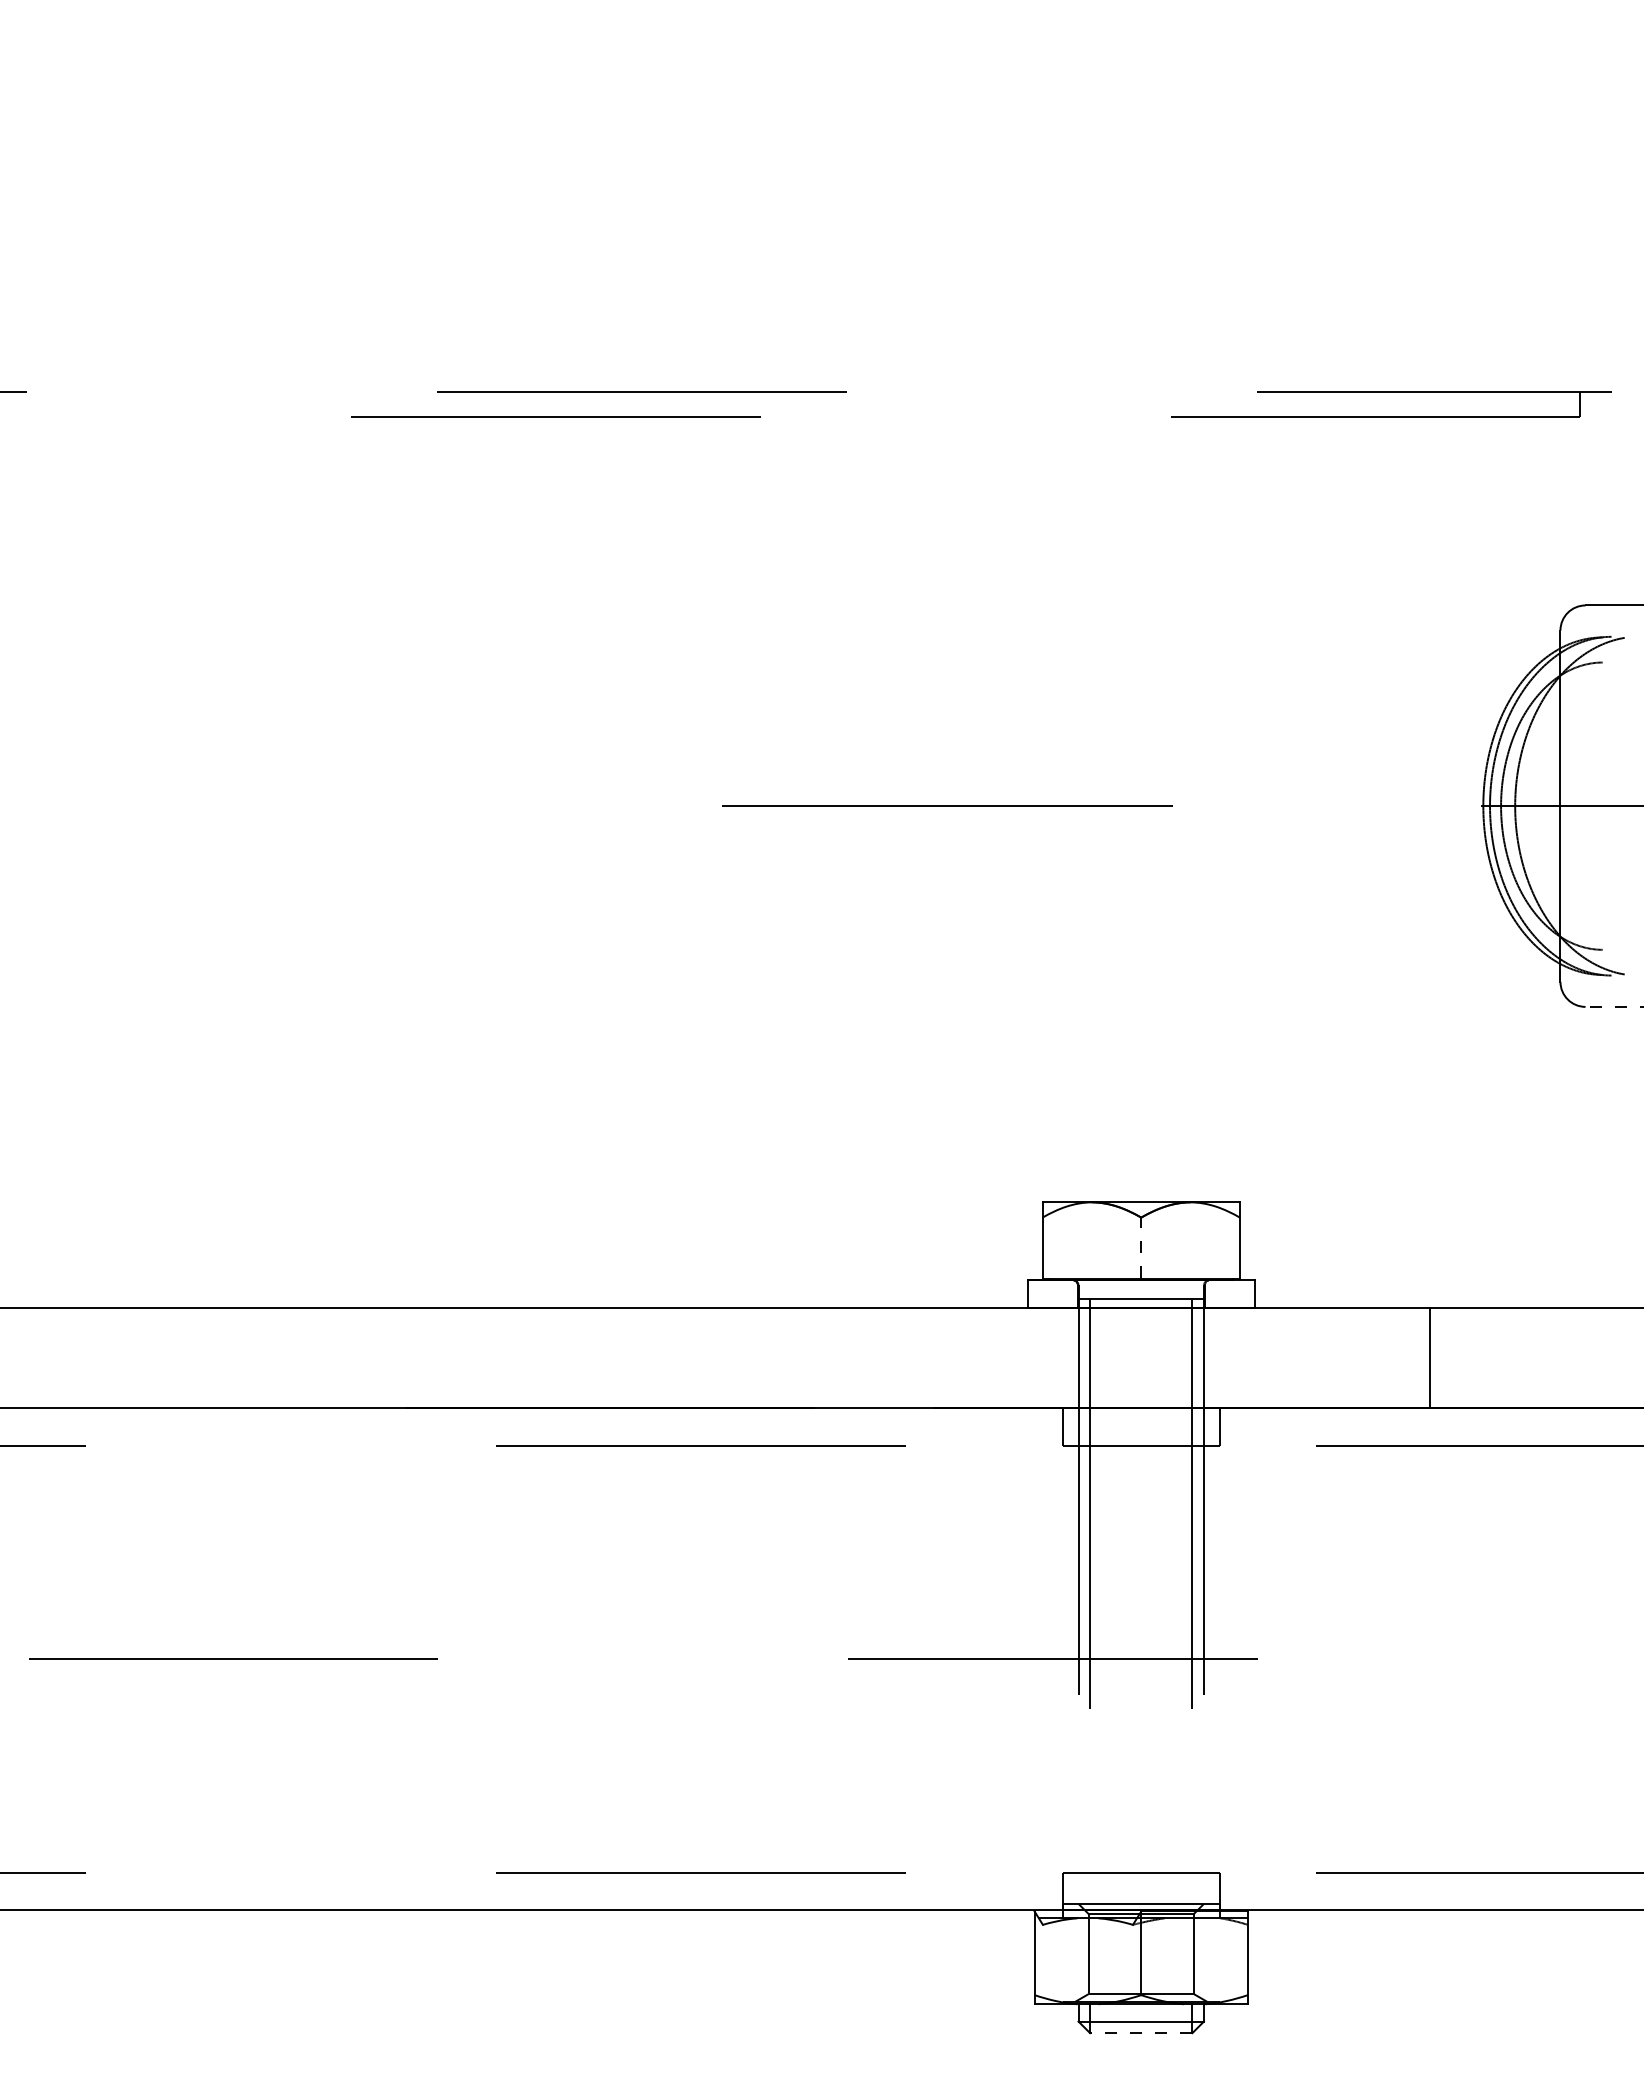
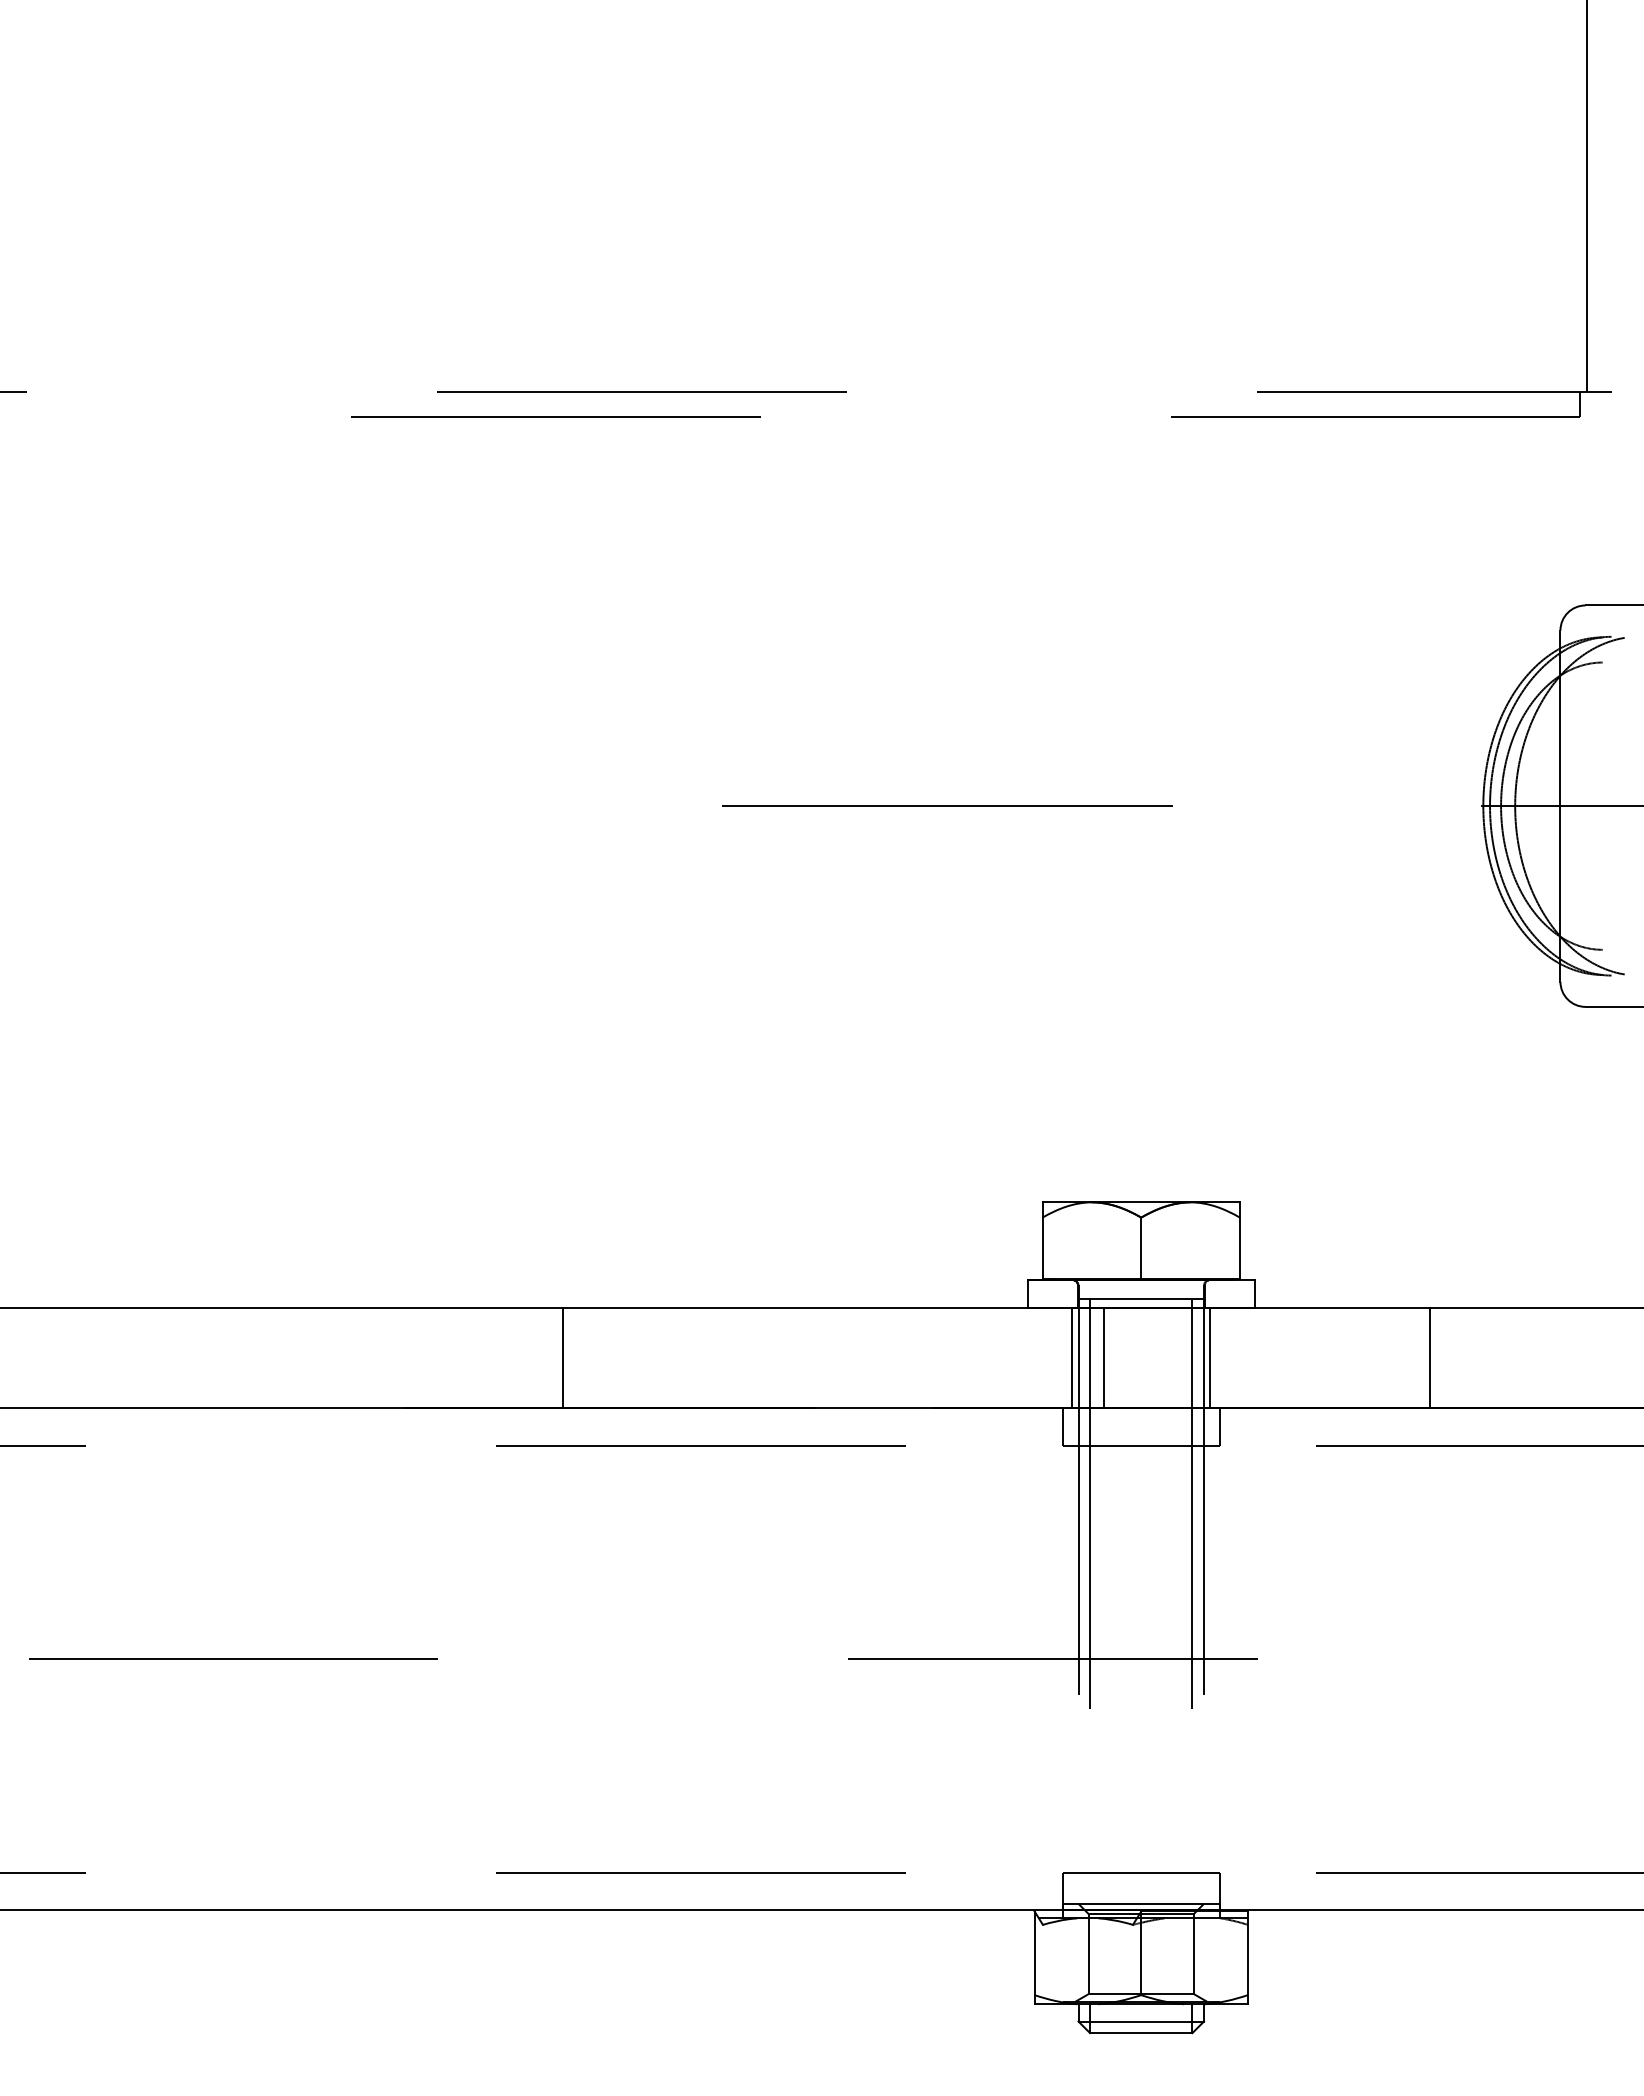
line at (1586, 197): none -> present
line at (1614, 1006): dashed -> solid
line at (1141, 1247): dashed -> solid
line at (563, 1358): none -> present
line at (1072, 1358): none -> present
line at (1103, 1358): none -> present
line at (1210, 1358): none -> present
line at (1140, 2033): dashed -> solid
